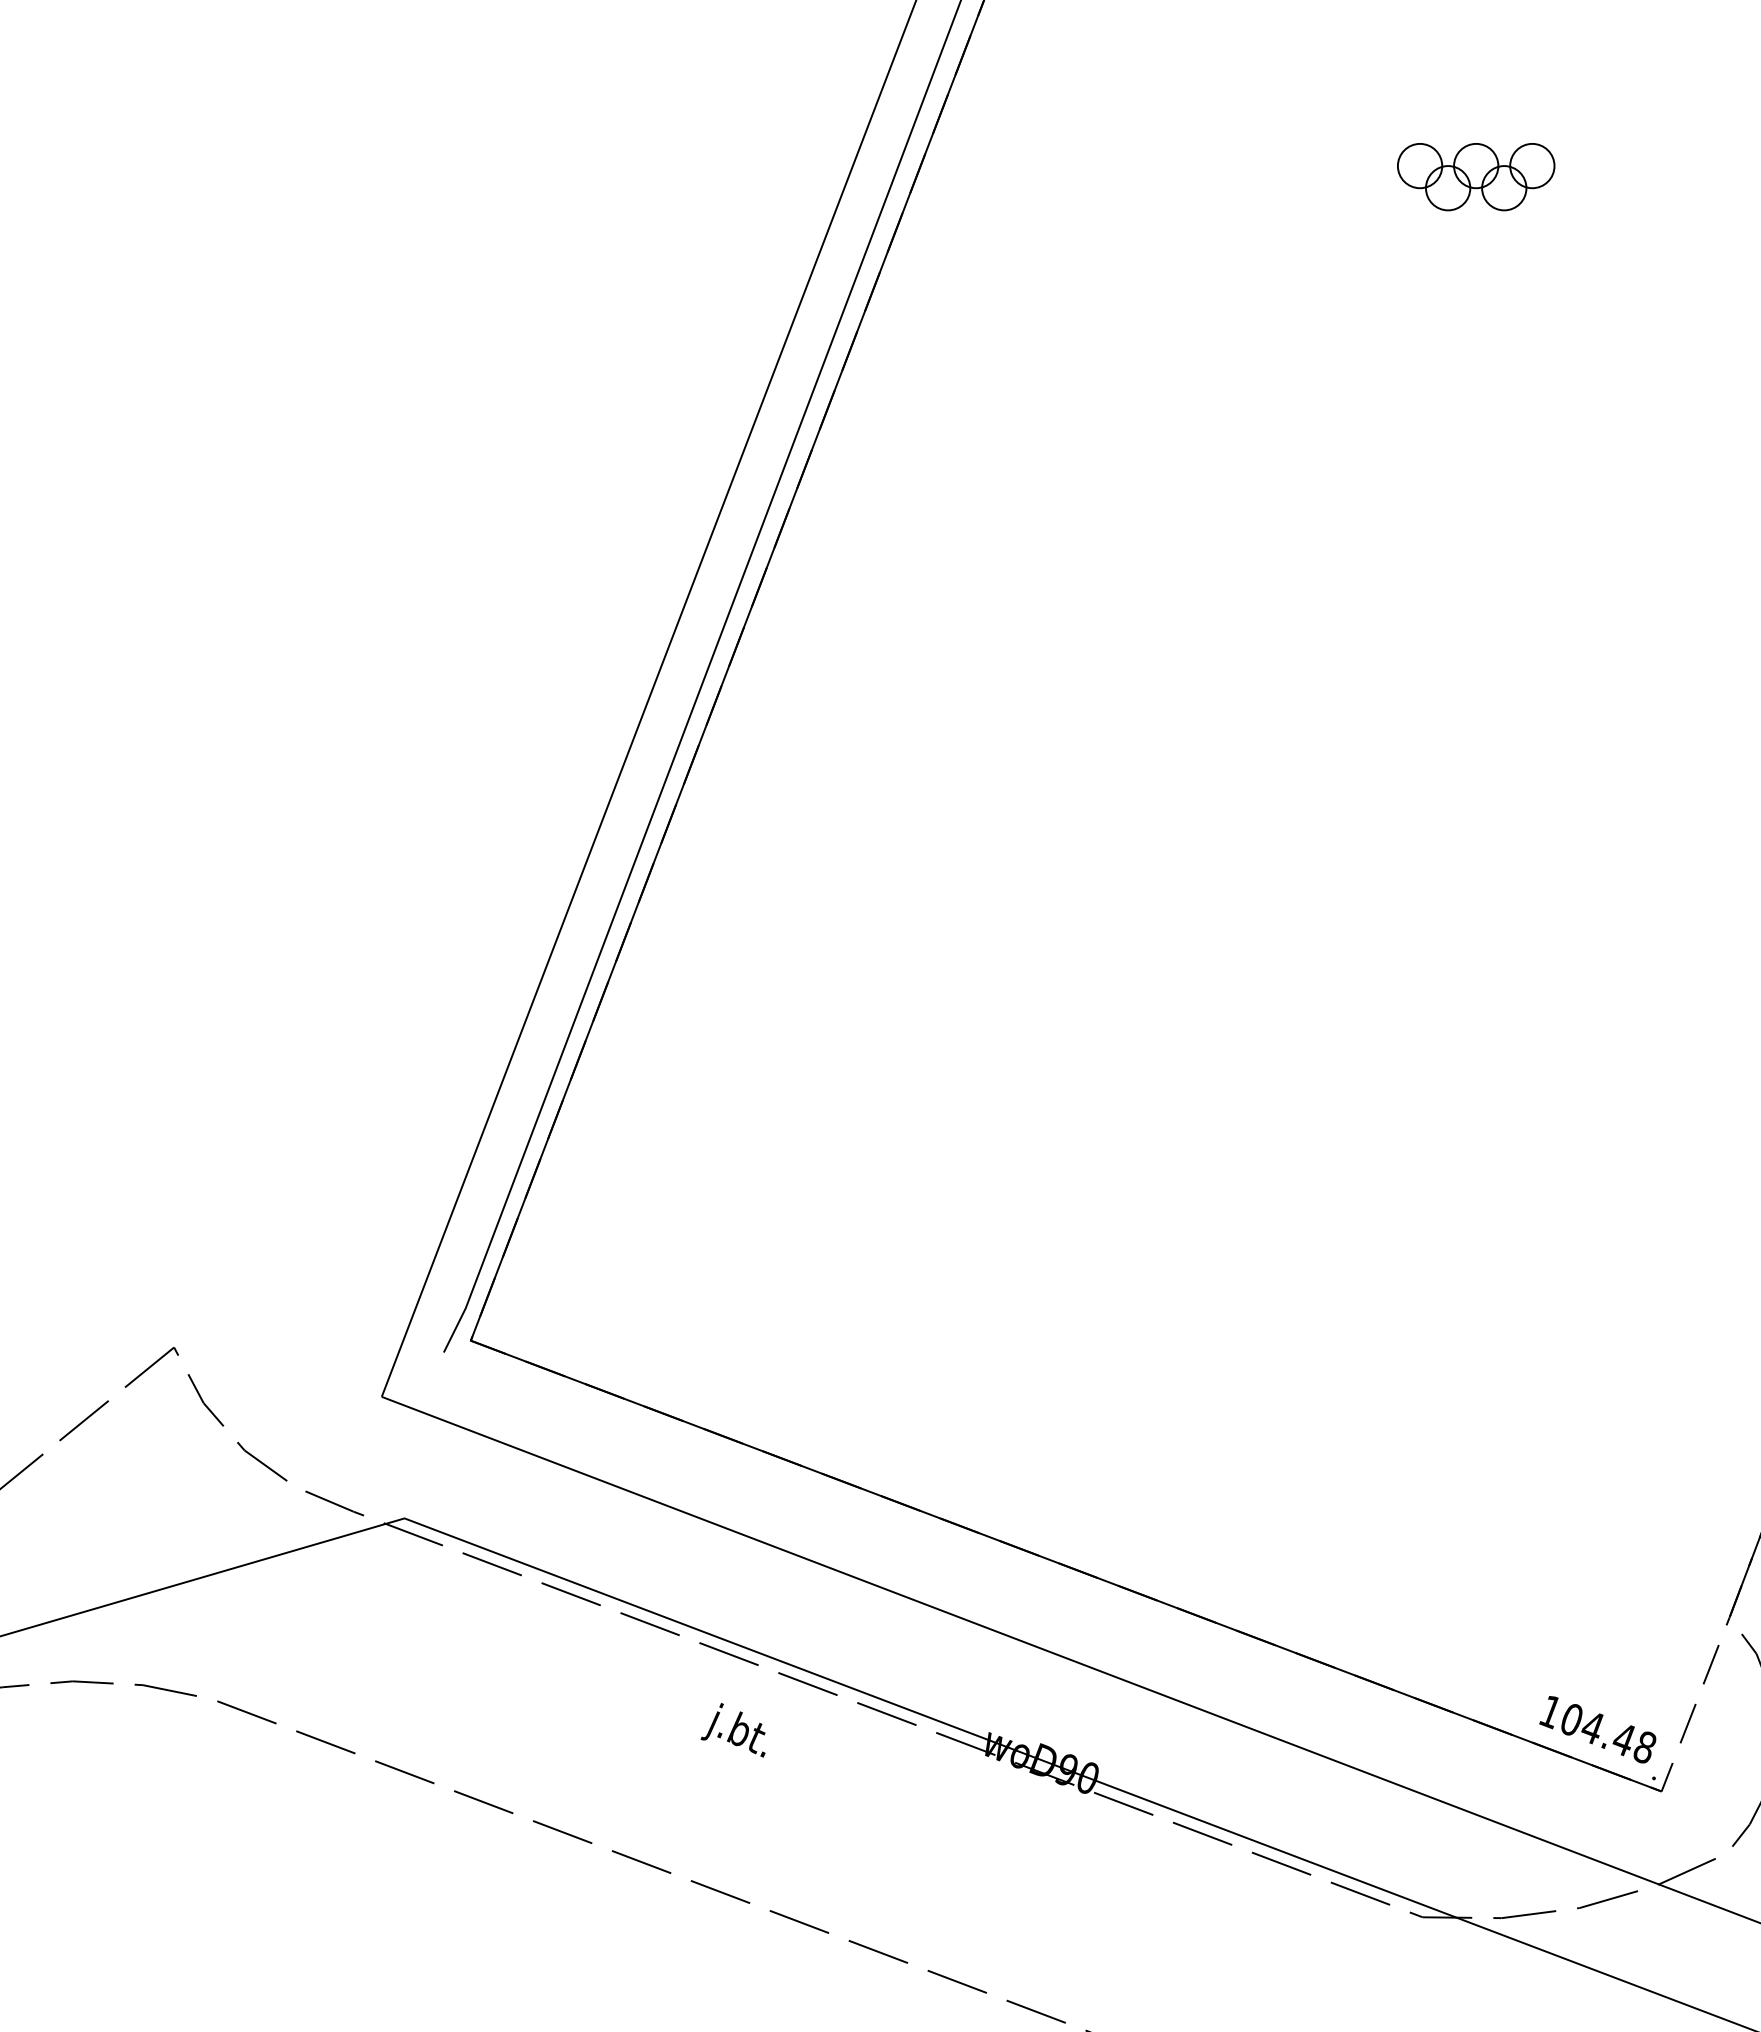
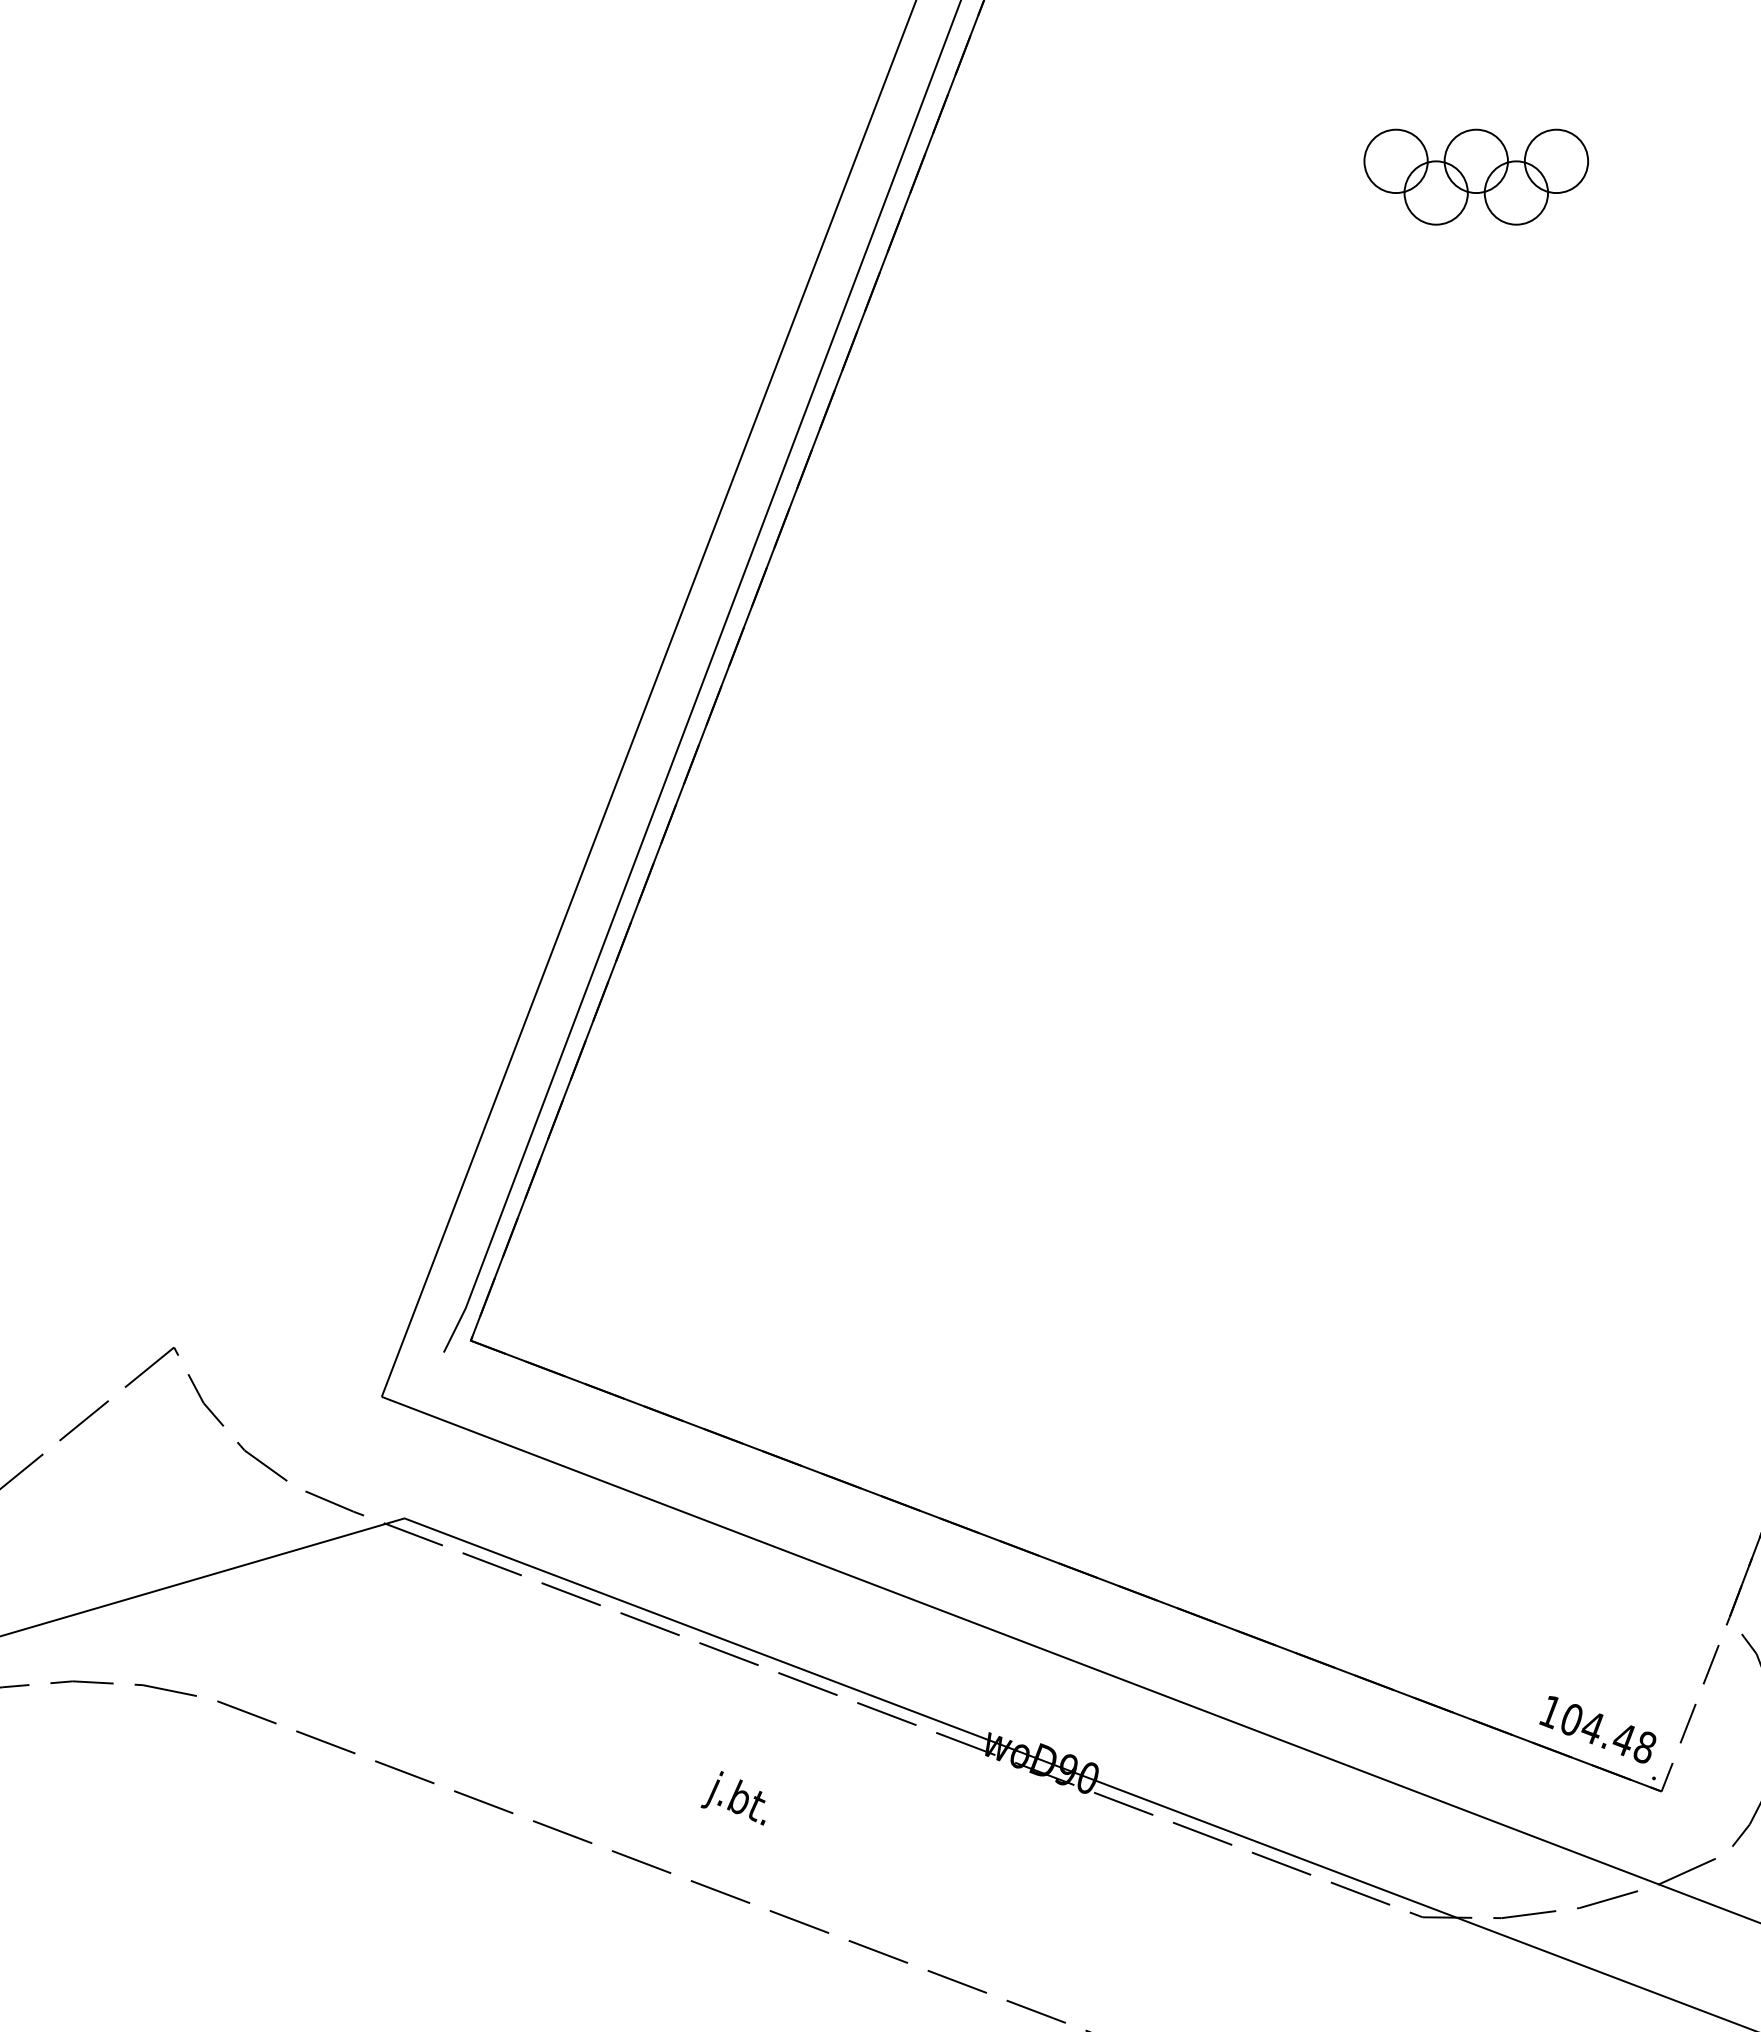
part at (1476, 177) size: 159x69 px -> 226x98 px
text at (732, 1730) position: (732, 1730) -> (732, 1798)
